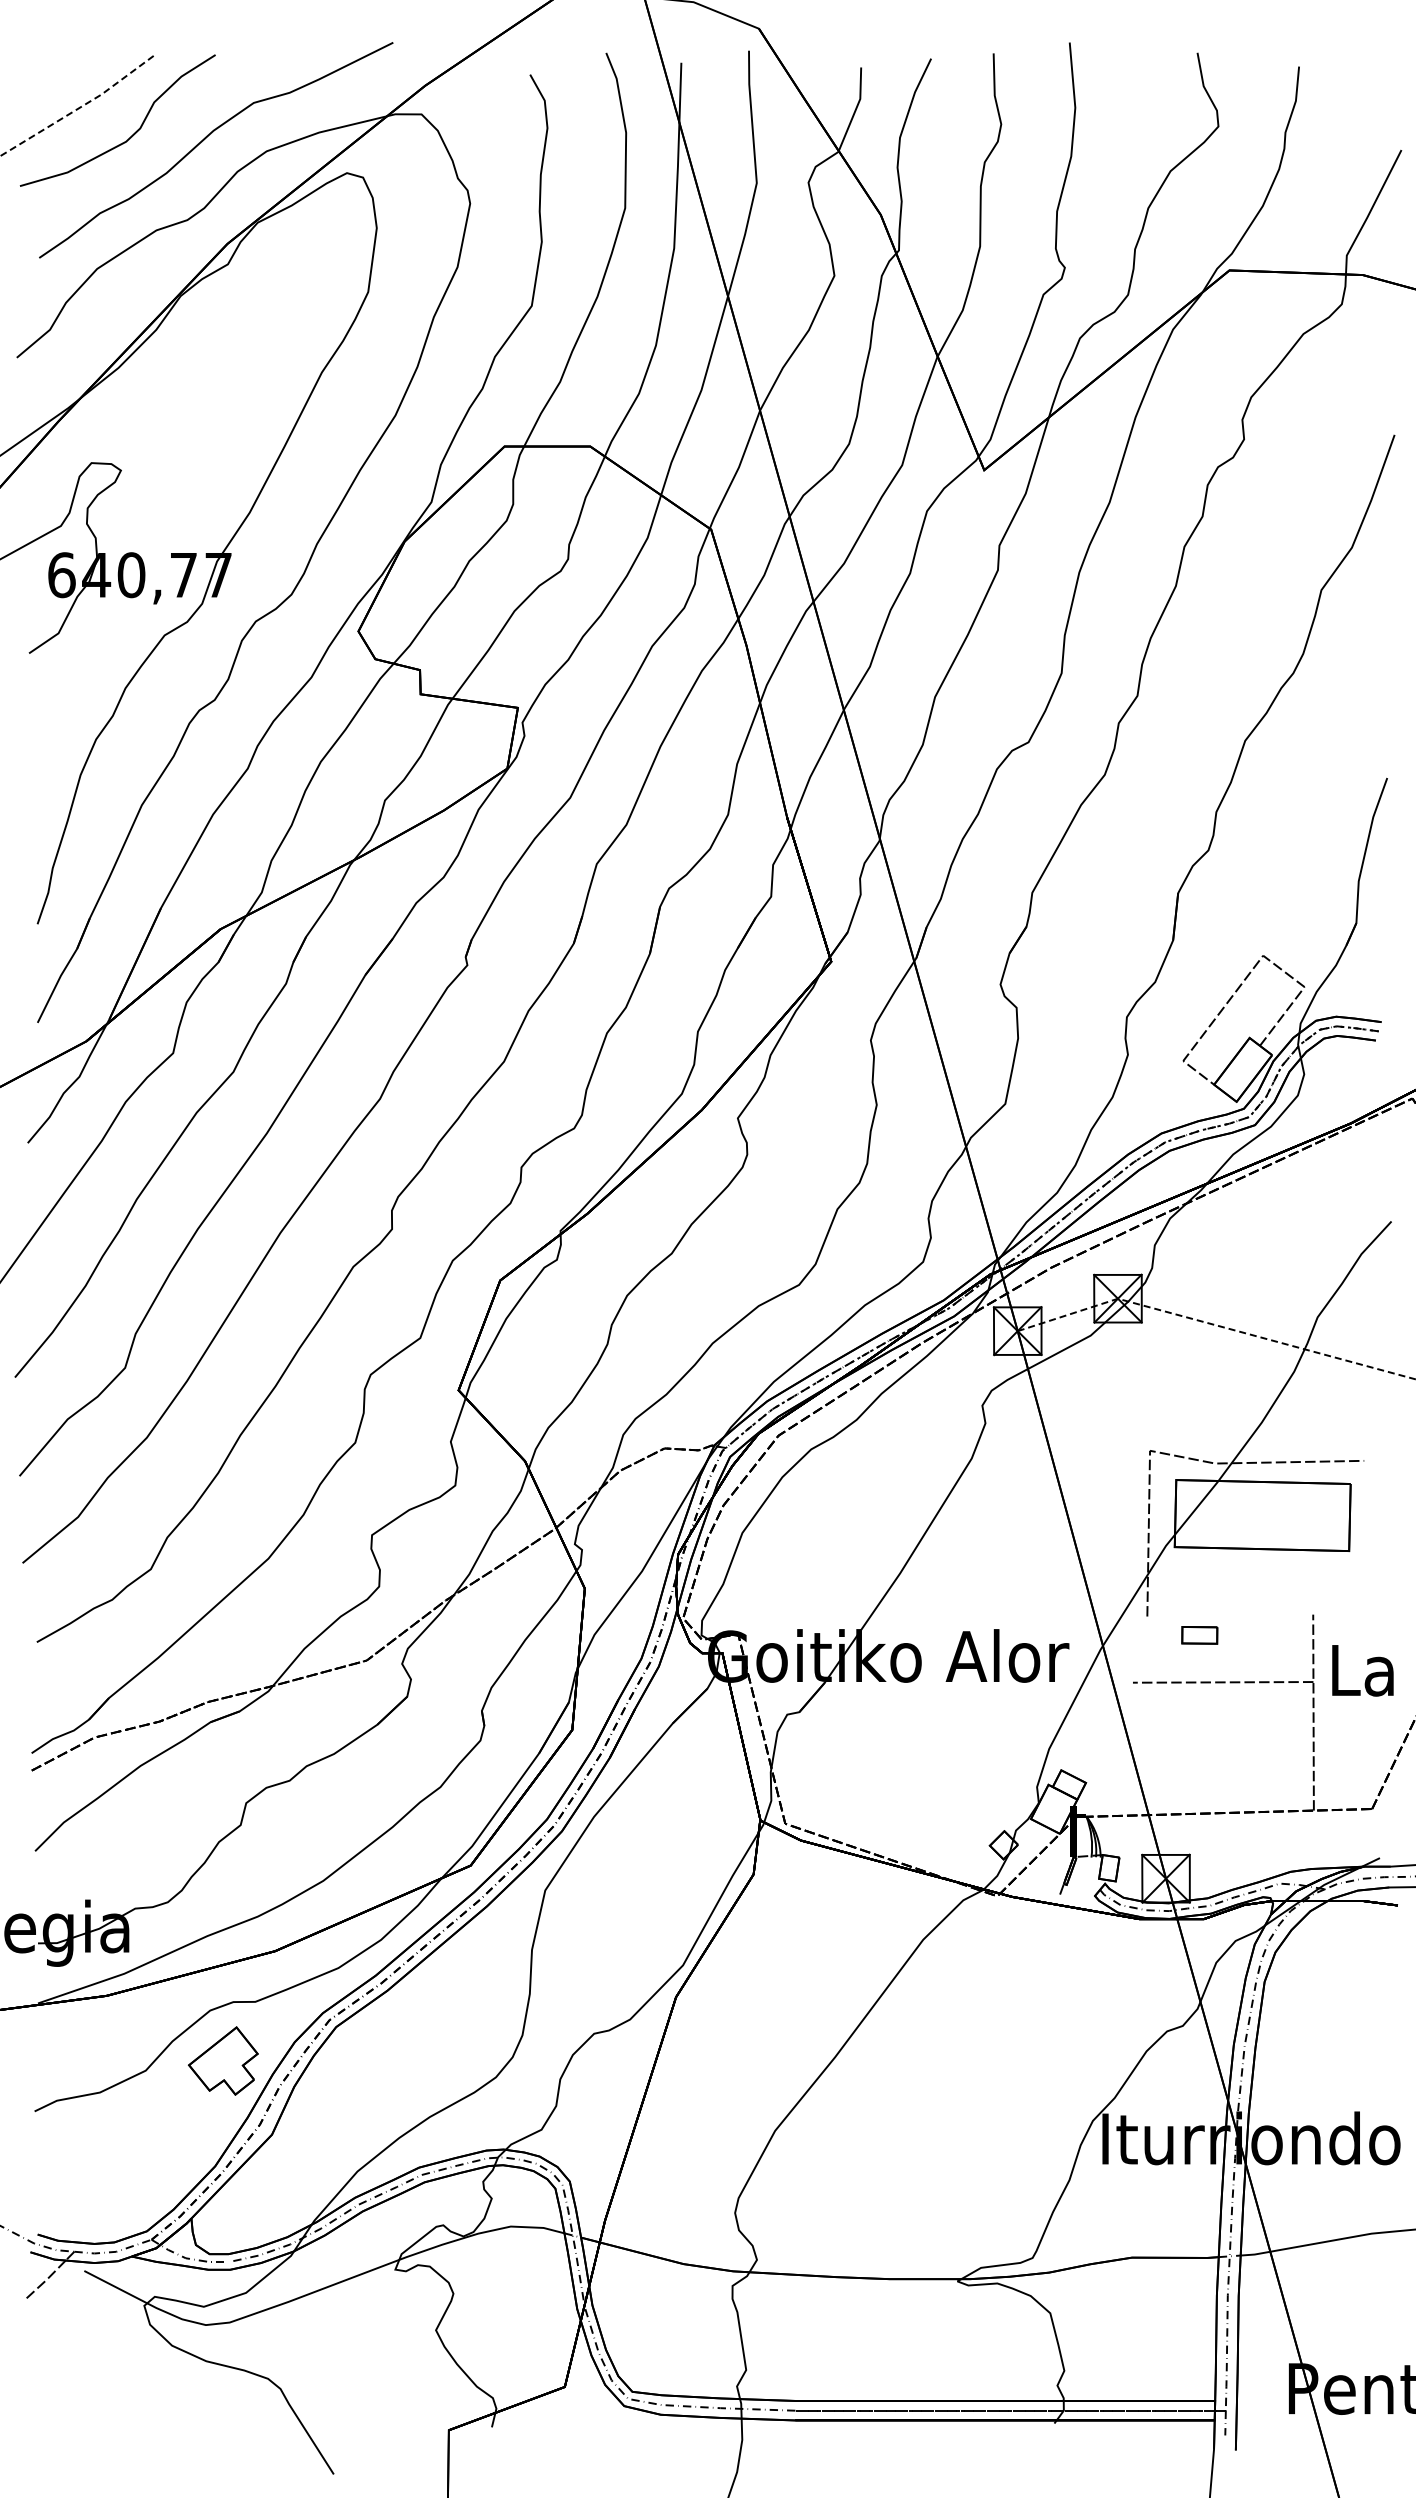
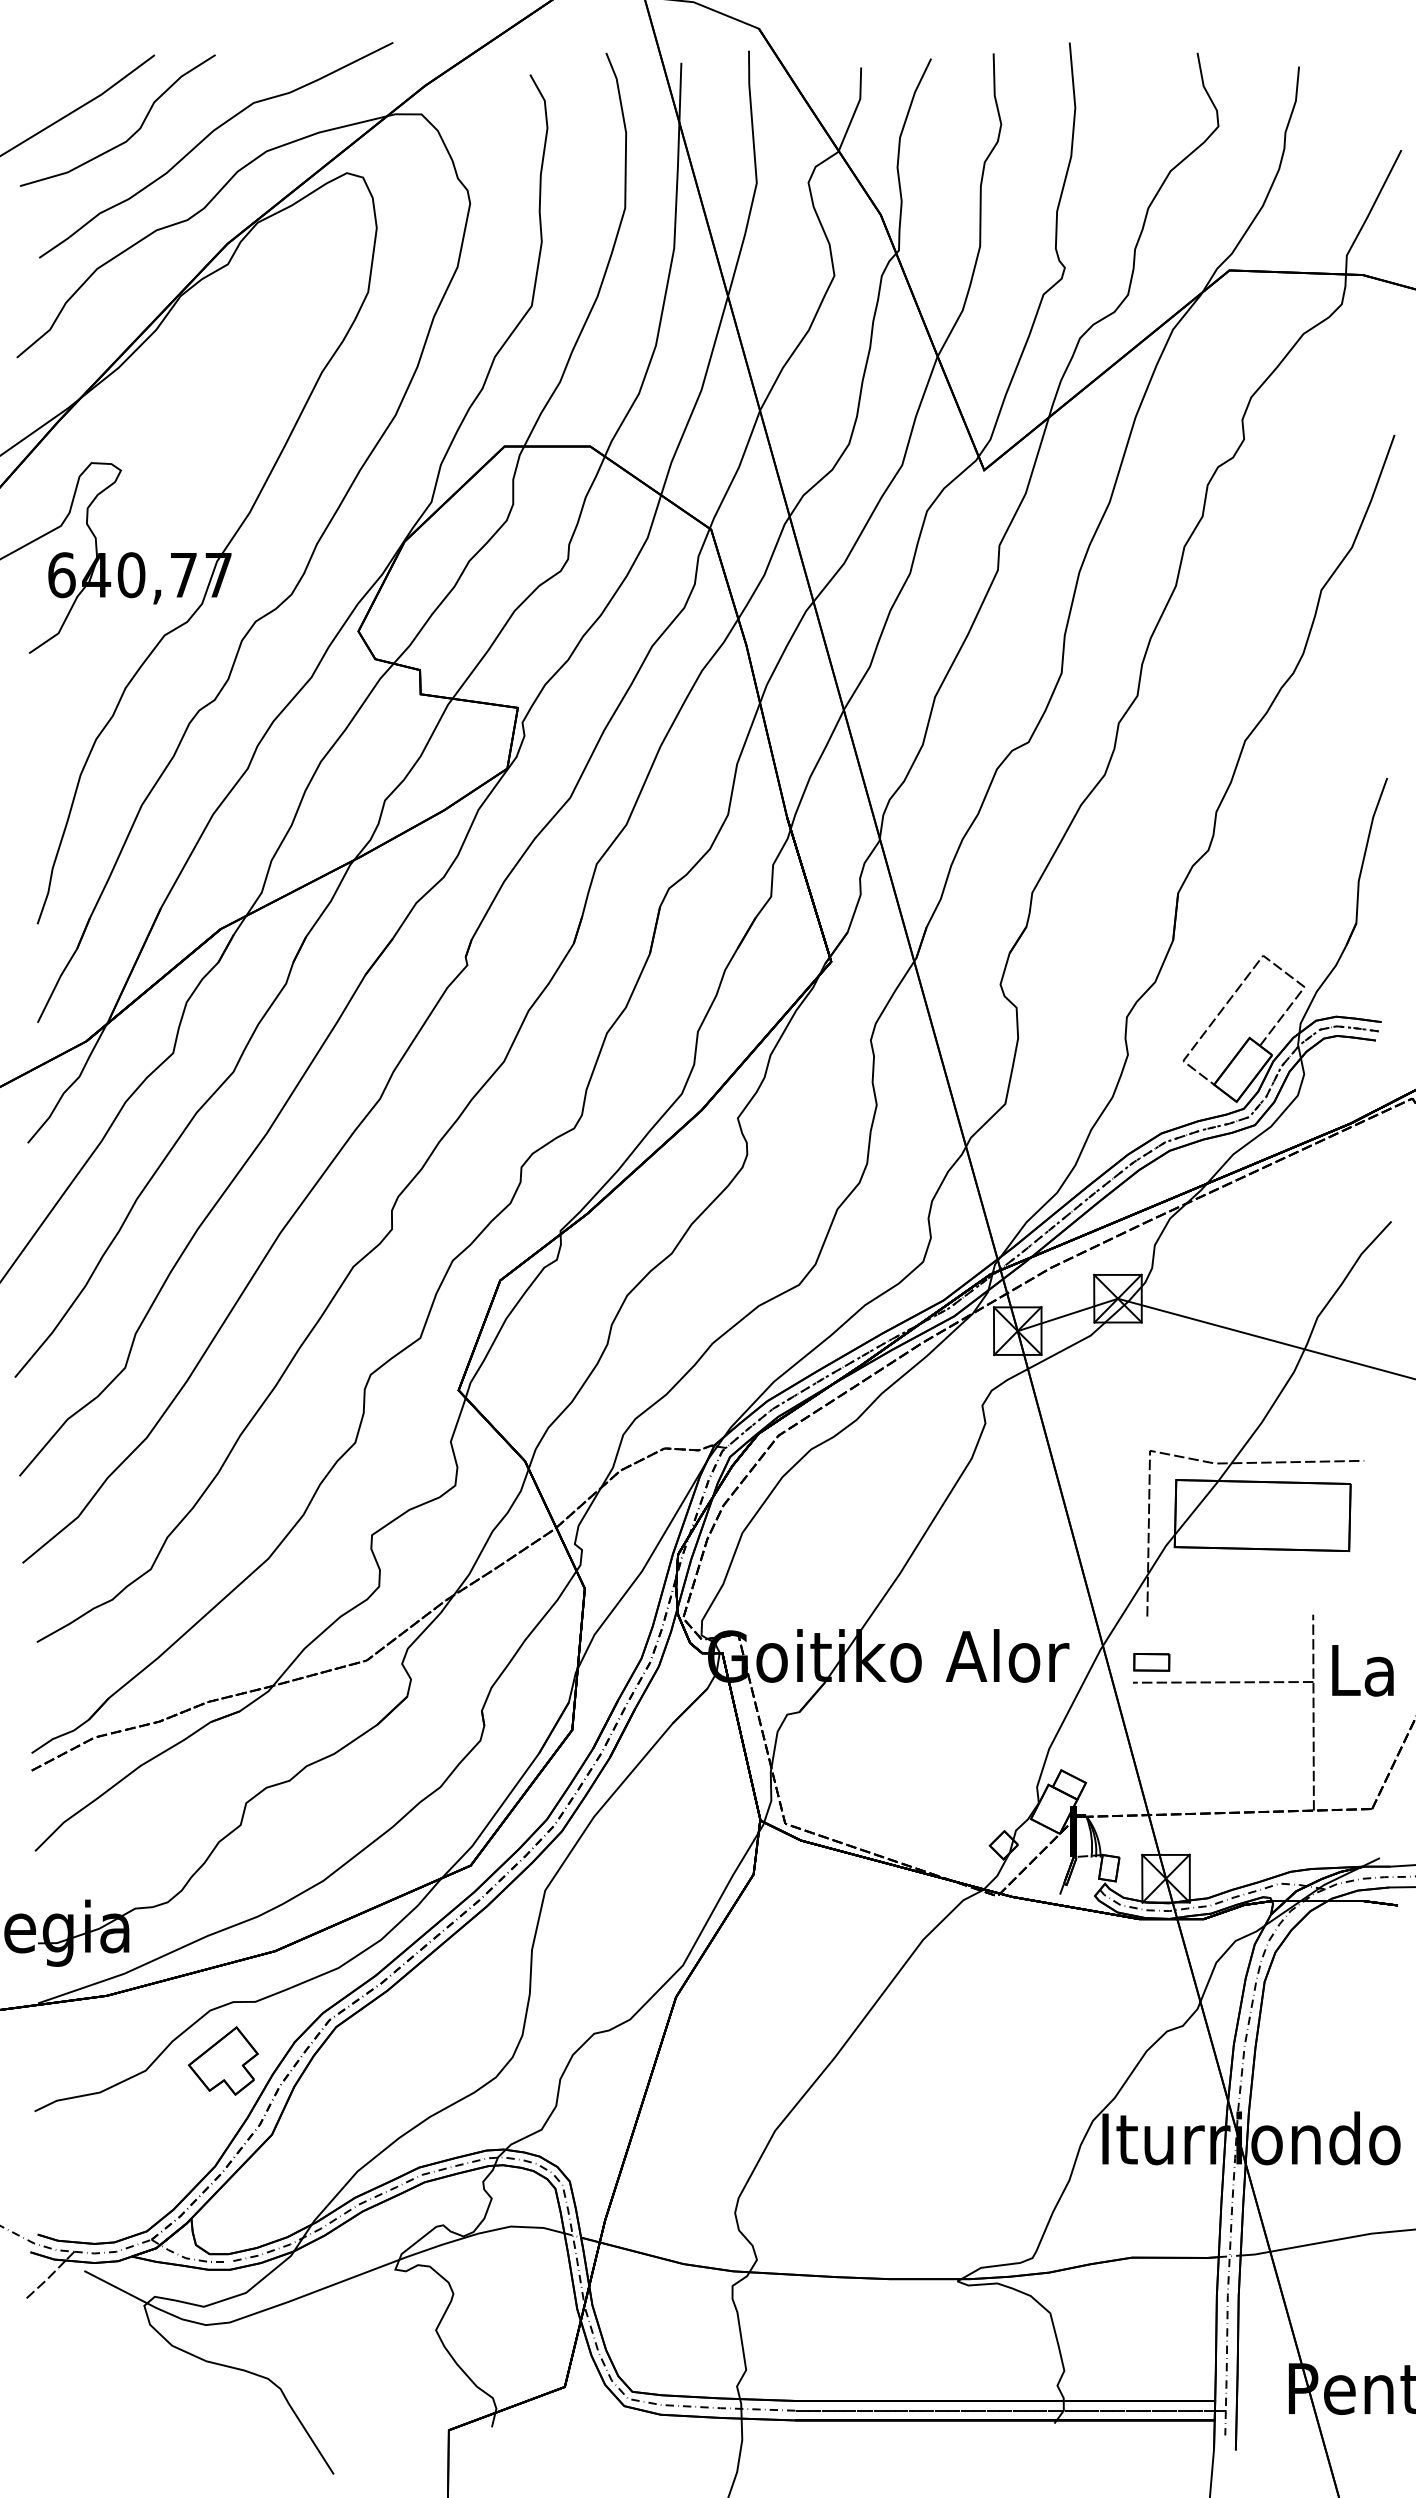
line at (80, 107): dashed -> solid
line at (1215, 1325): dashed -> solid
part at (1199, 1635) position: (1199, 1635) -> (1151, 1662)
